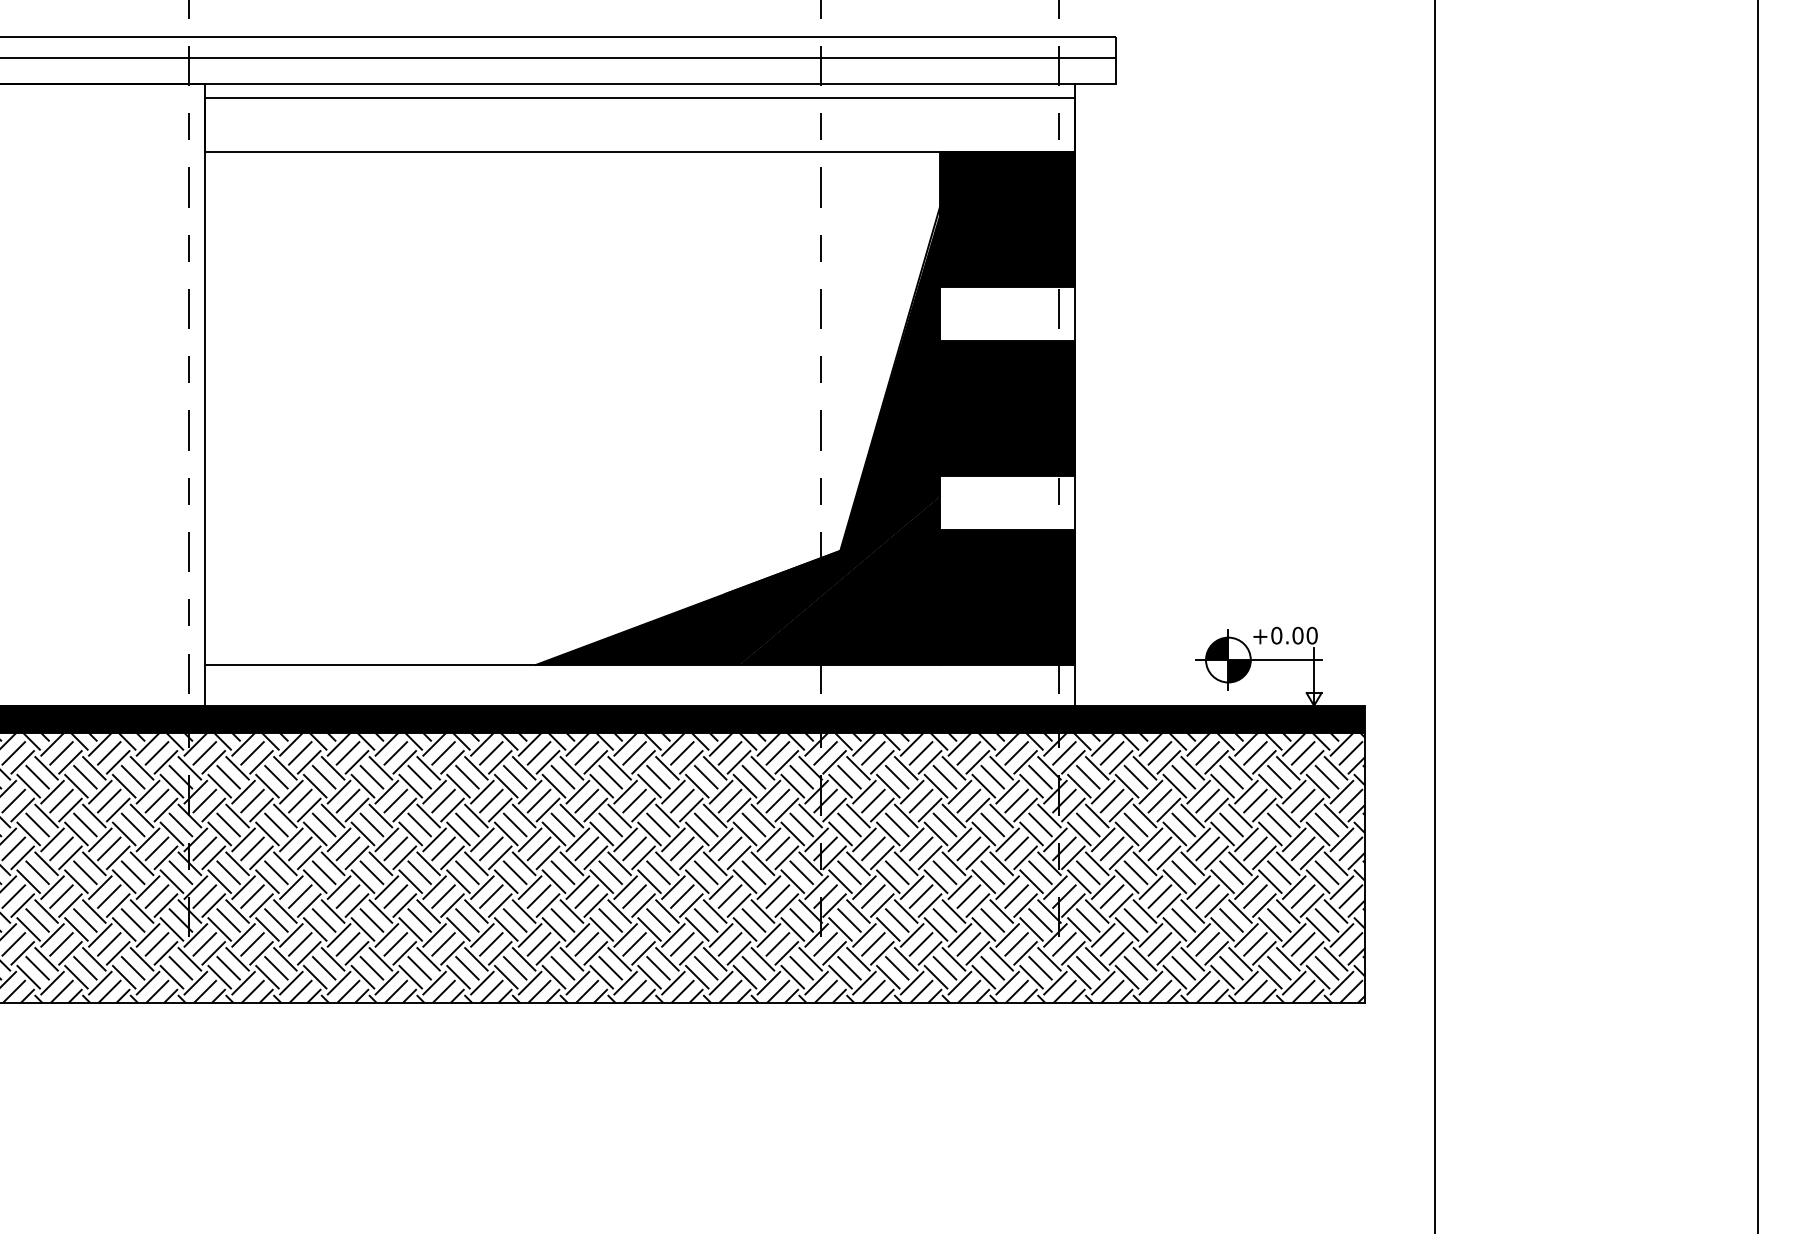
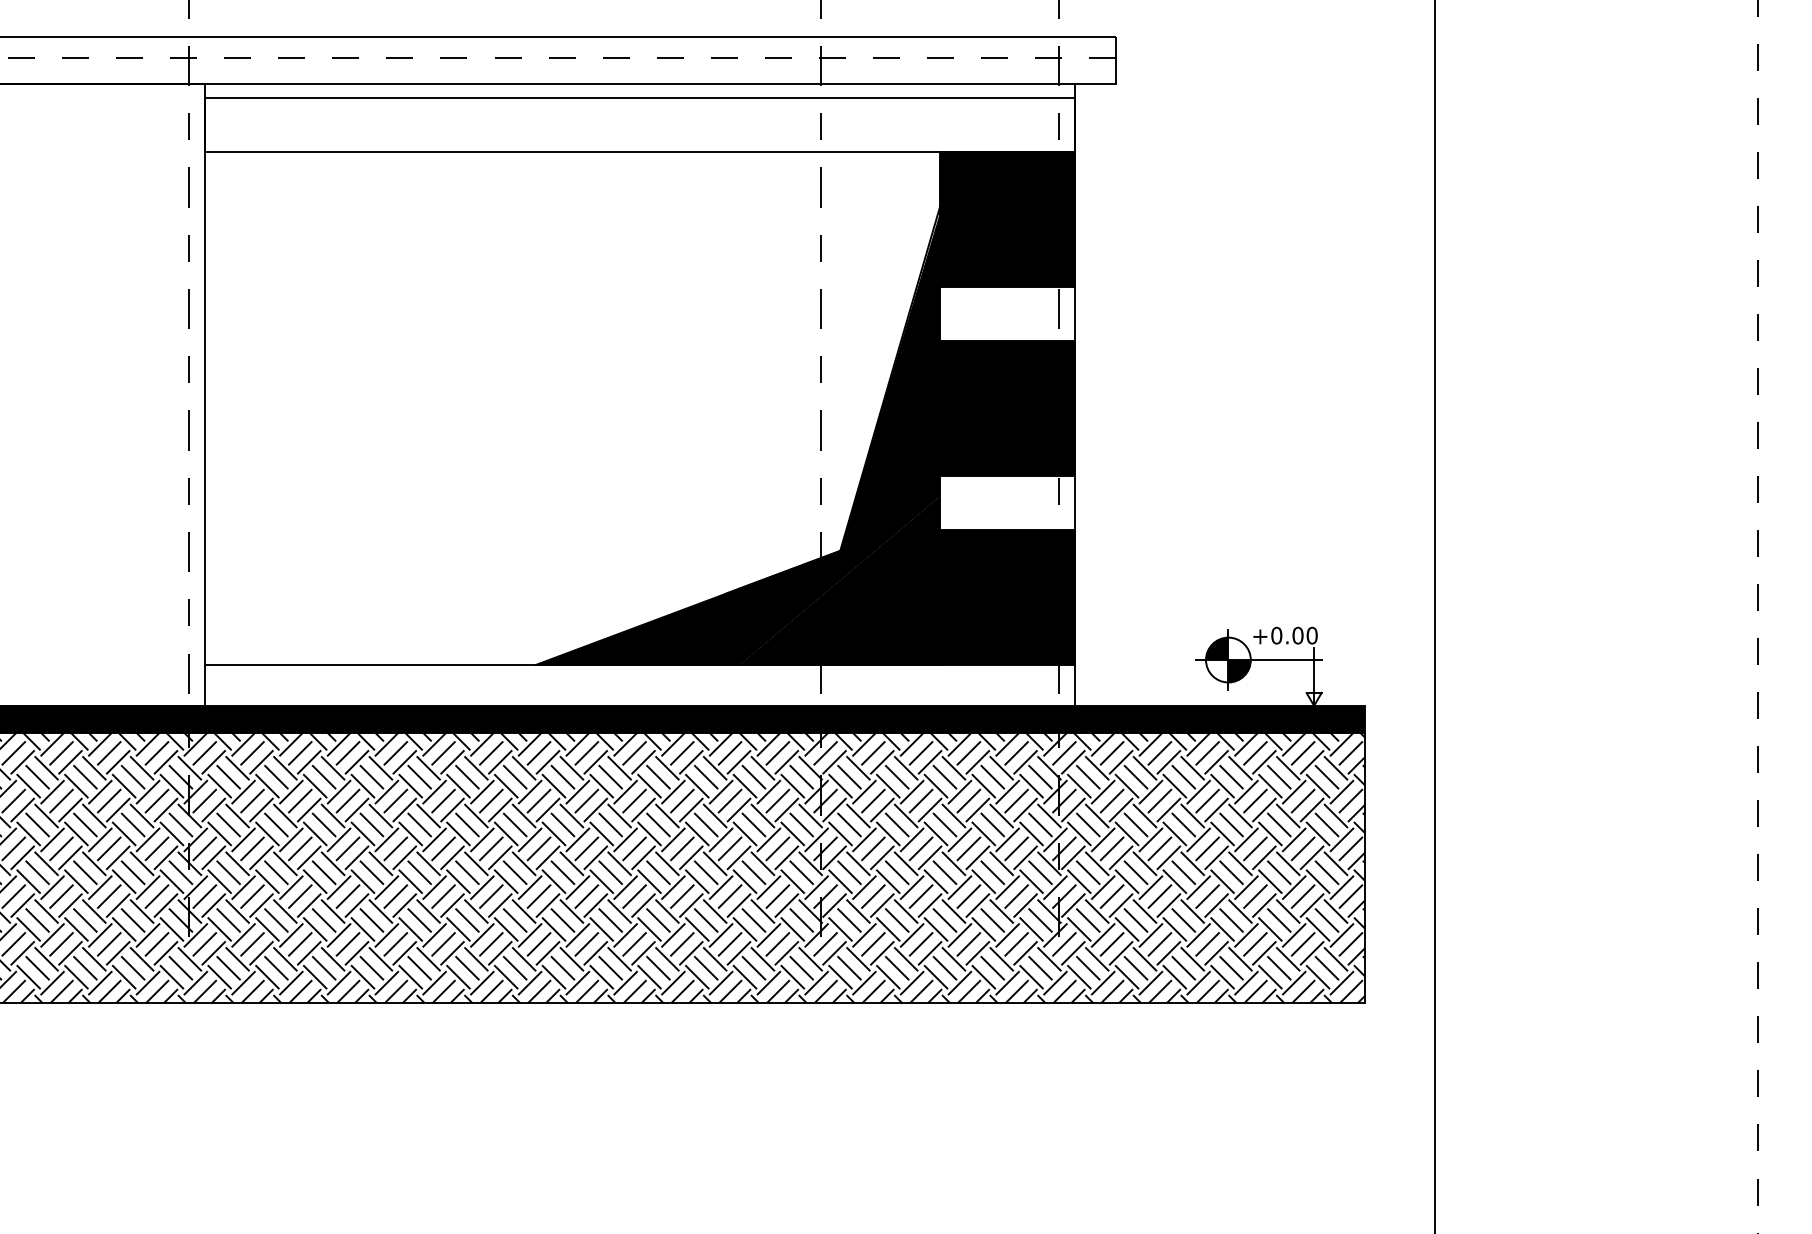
line at (557, 58): solid -> dashed
line at (1757, 617): solid -> dashed
